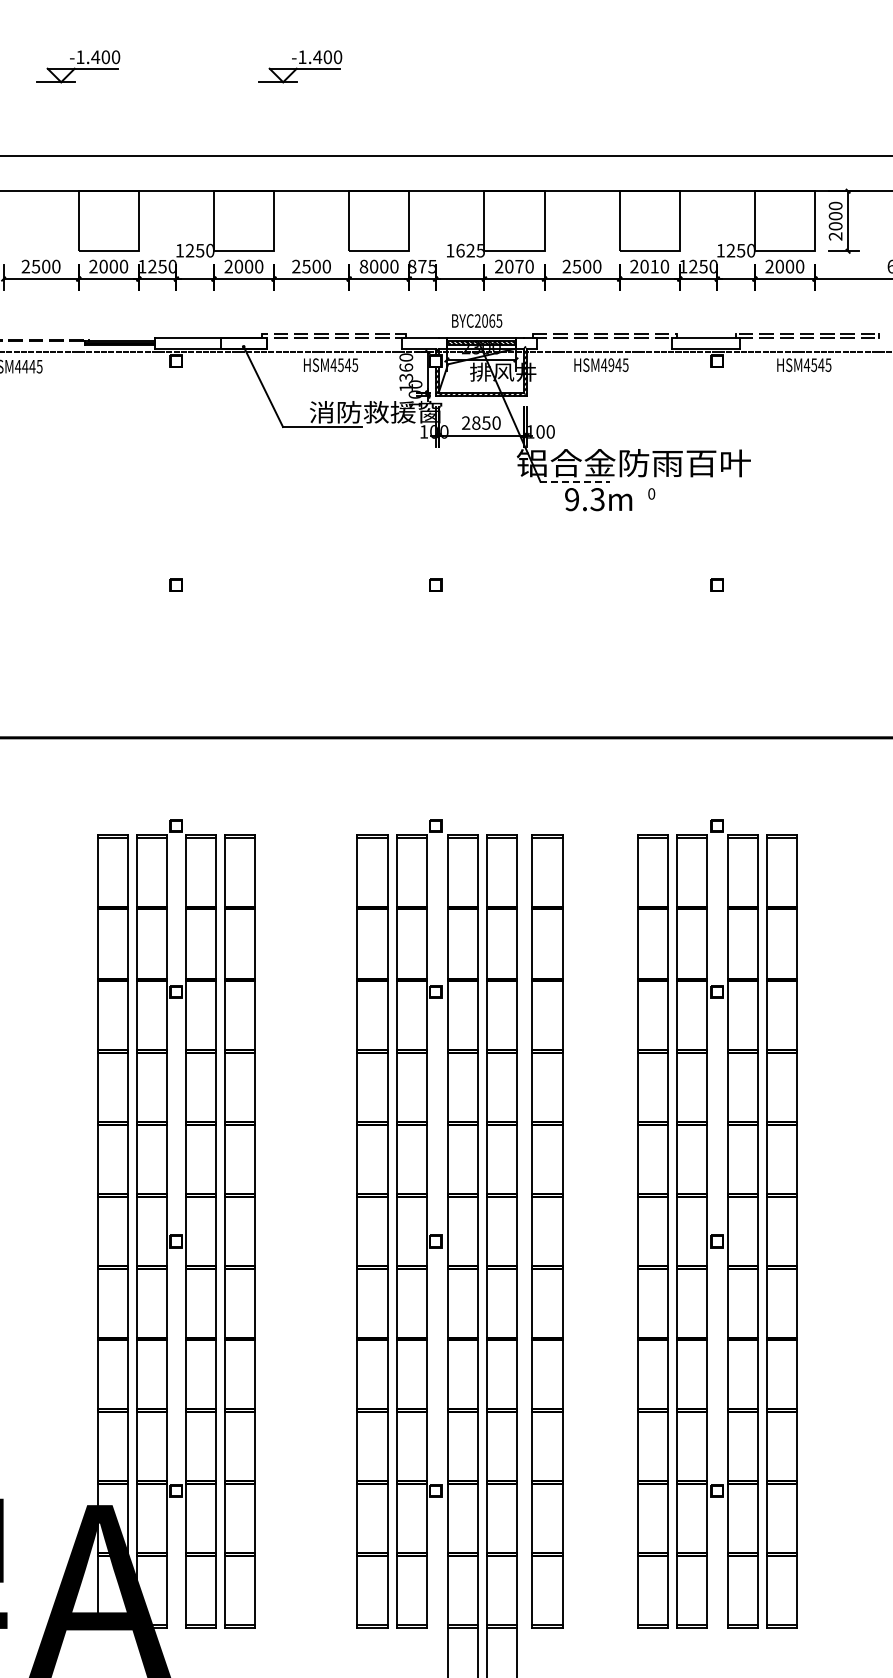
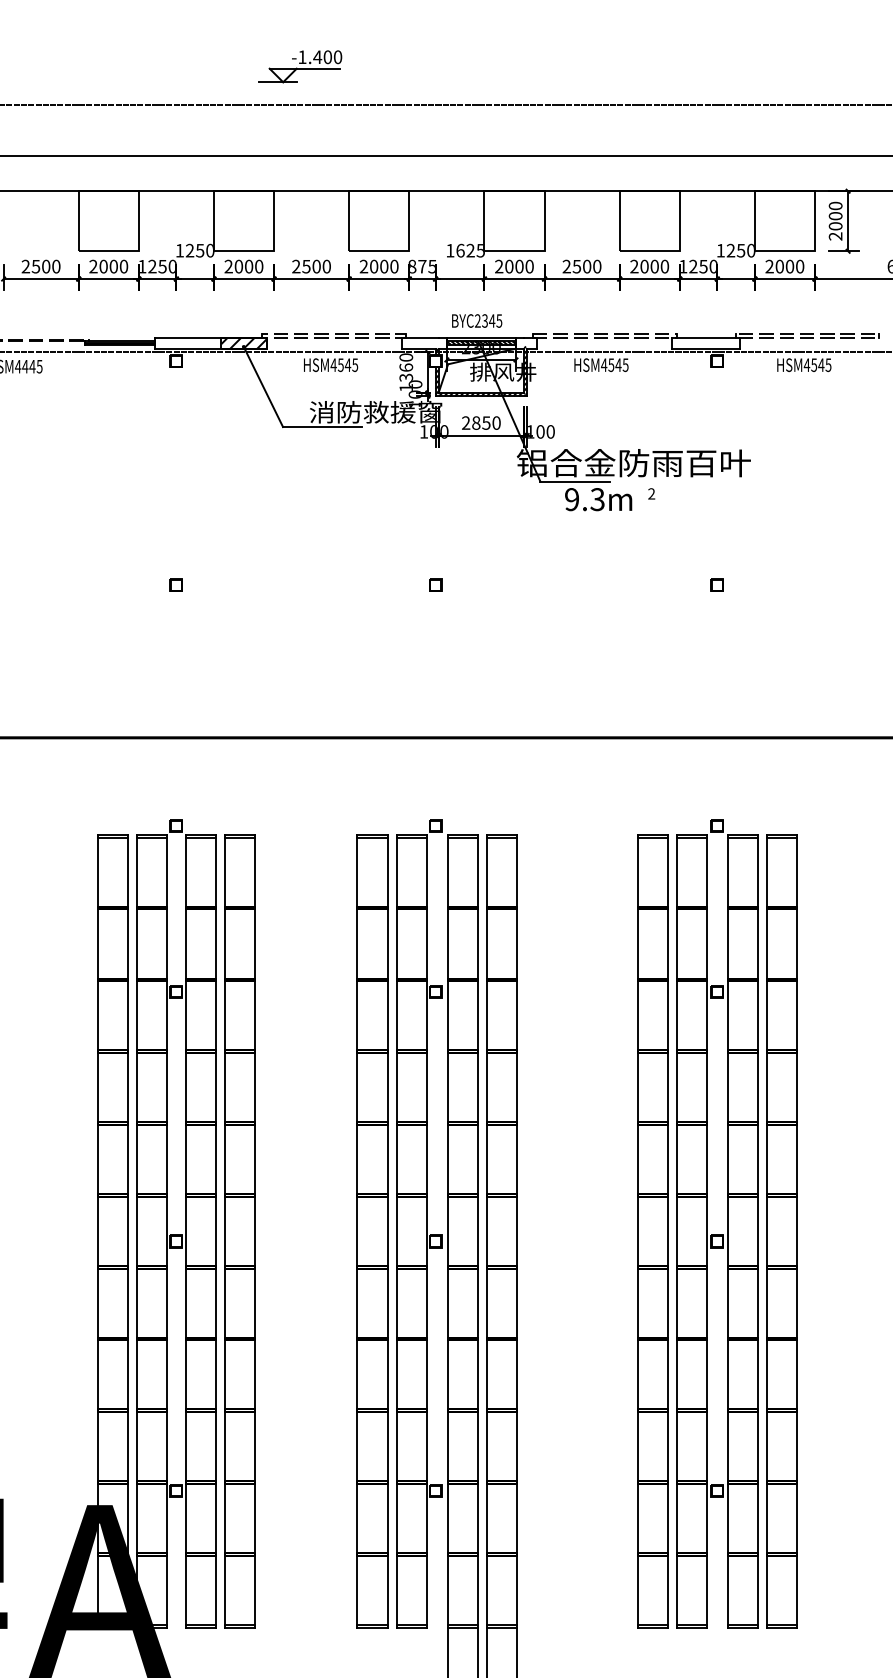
part at (78, 66): present -> none
line at (445, 104): none -> present
text at (363, 266): 8000 -> 2000
text at (519, 266): 2070 -> 2000
text at (654, 266): 2010 -> 2000
text at (488, 320): BYC2065 -> BYC2345
hatch at (243, 342): none -> present
text at (611, 364): HSM4945 -> HSM4545
line at (575, 481): dashed -> solid
text at (651, 493): 0 -> 2
part at (547, 1231): present -> none
